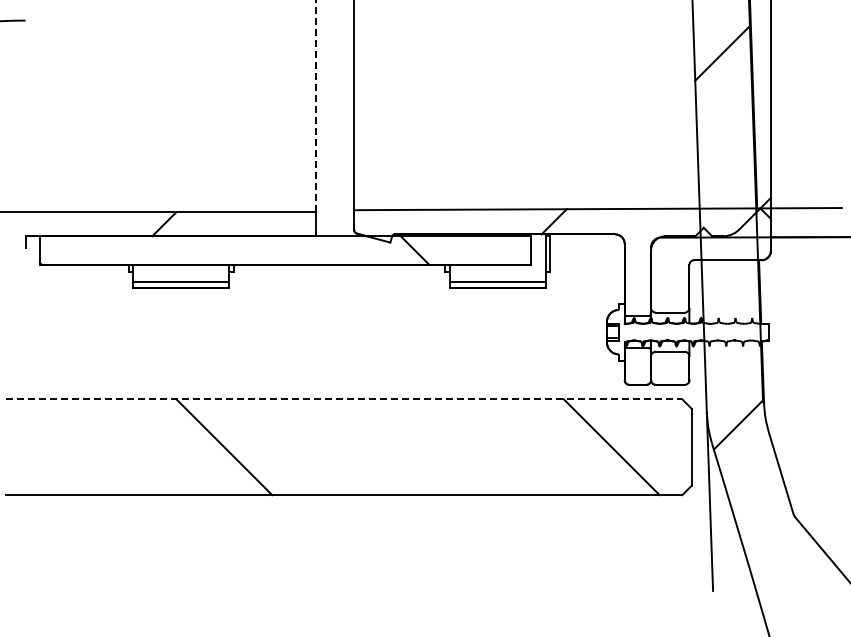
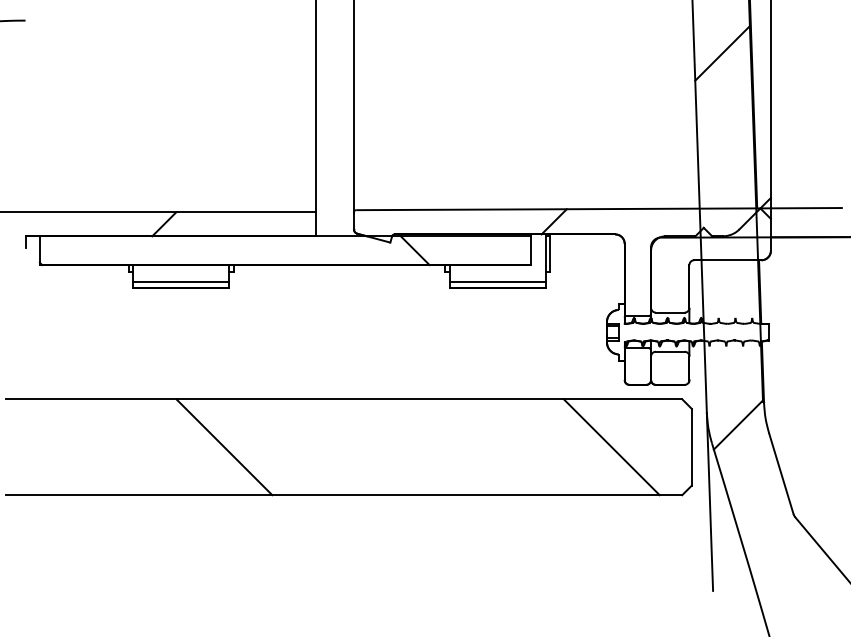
line at (315, 106): dashed -> solid
line at (344, 399): dashed -> solid
